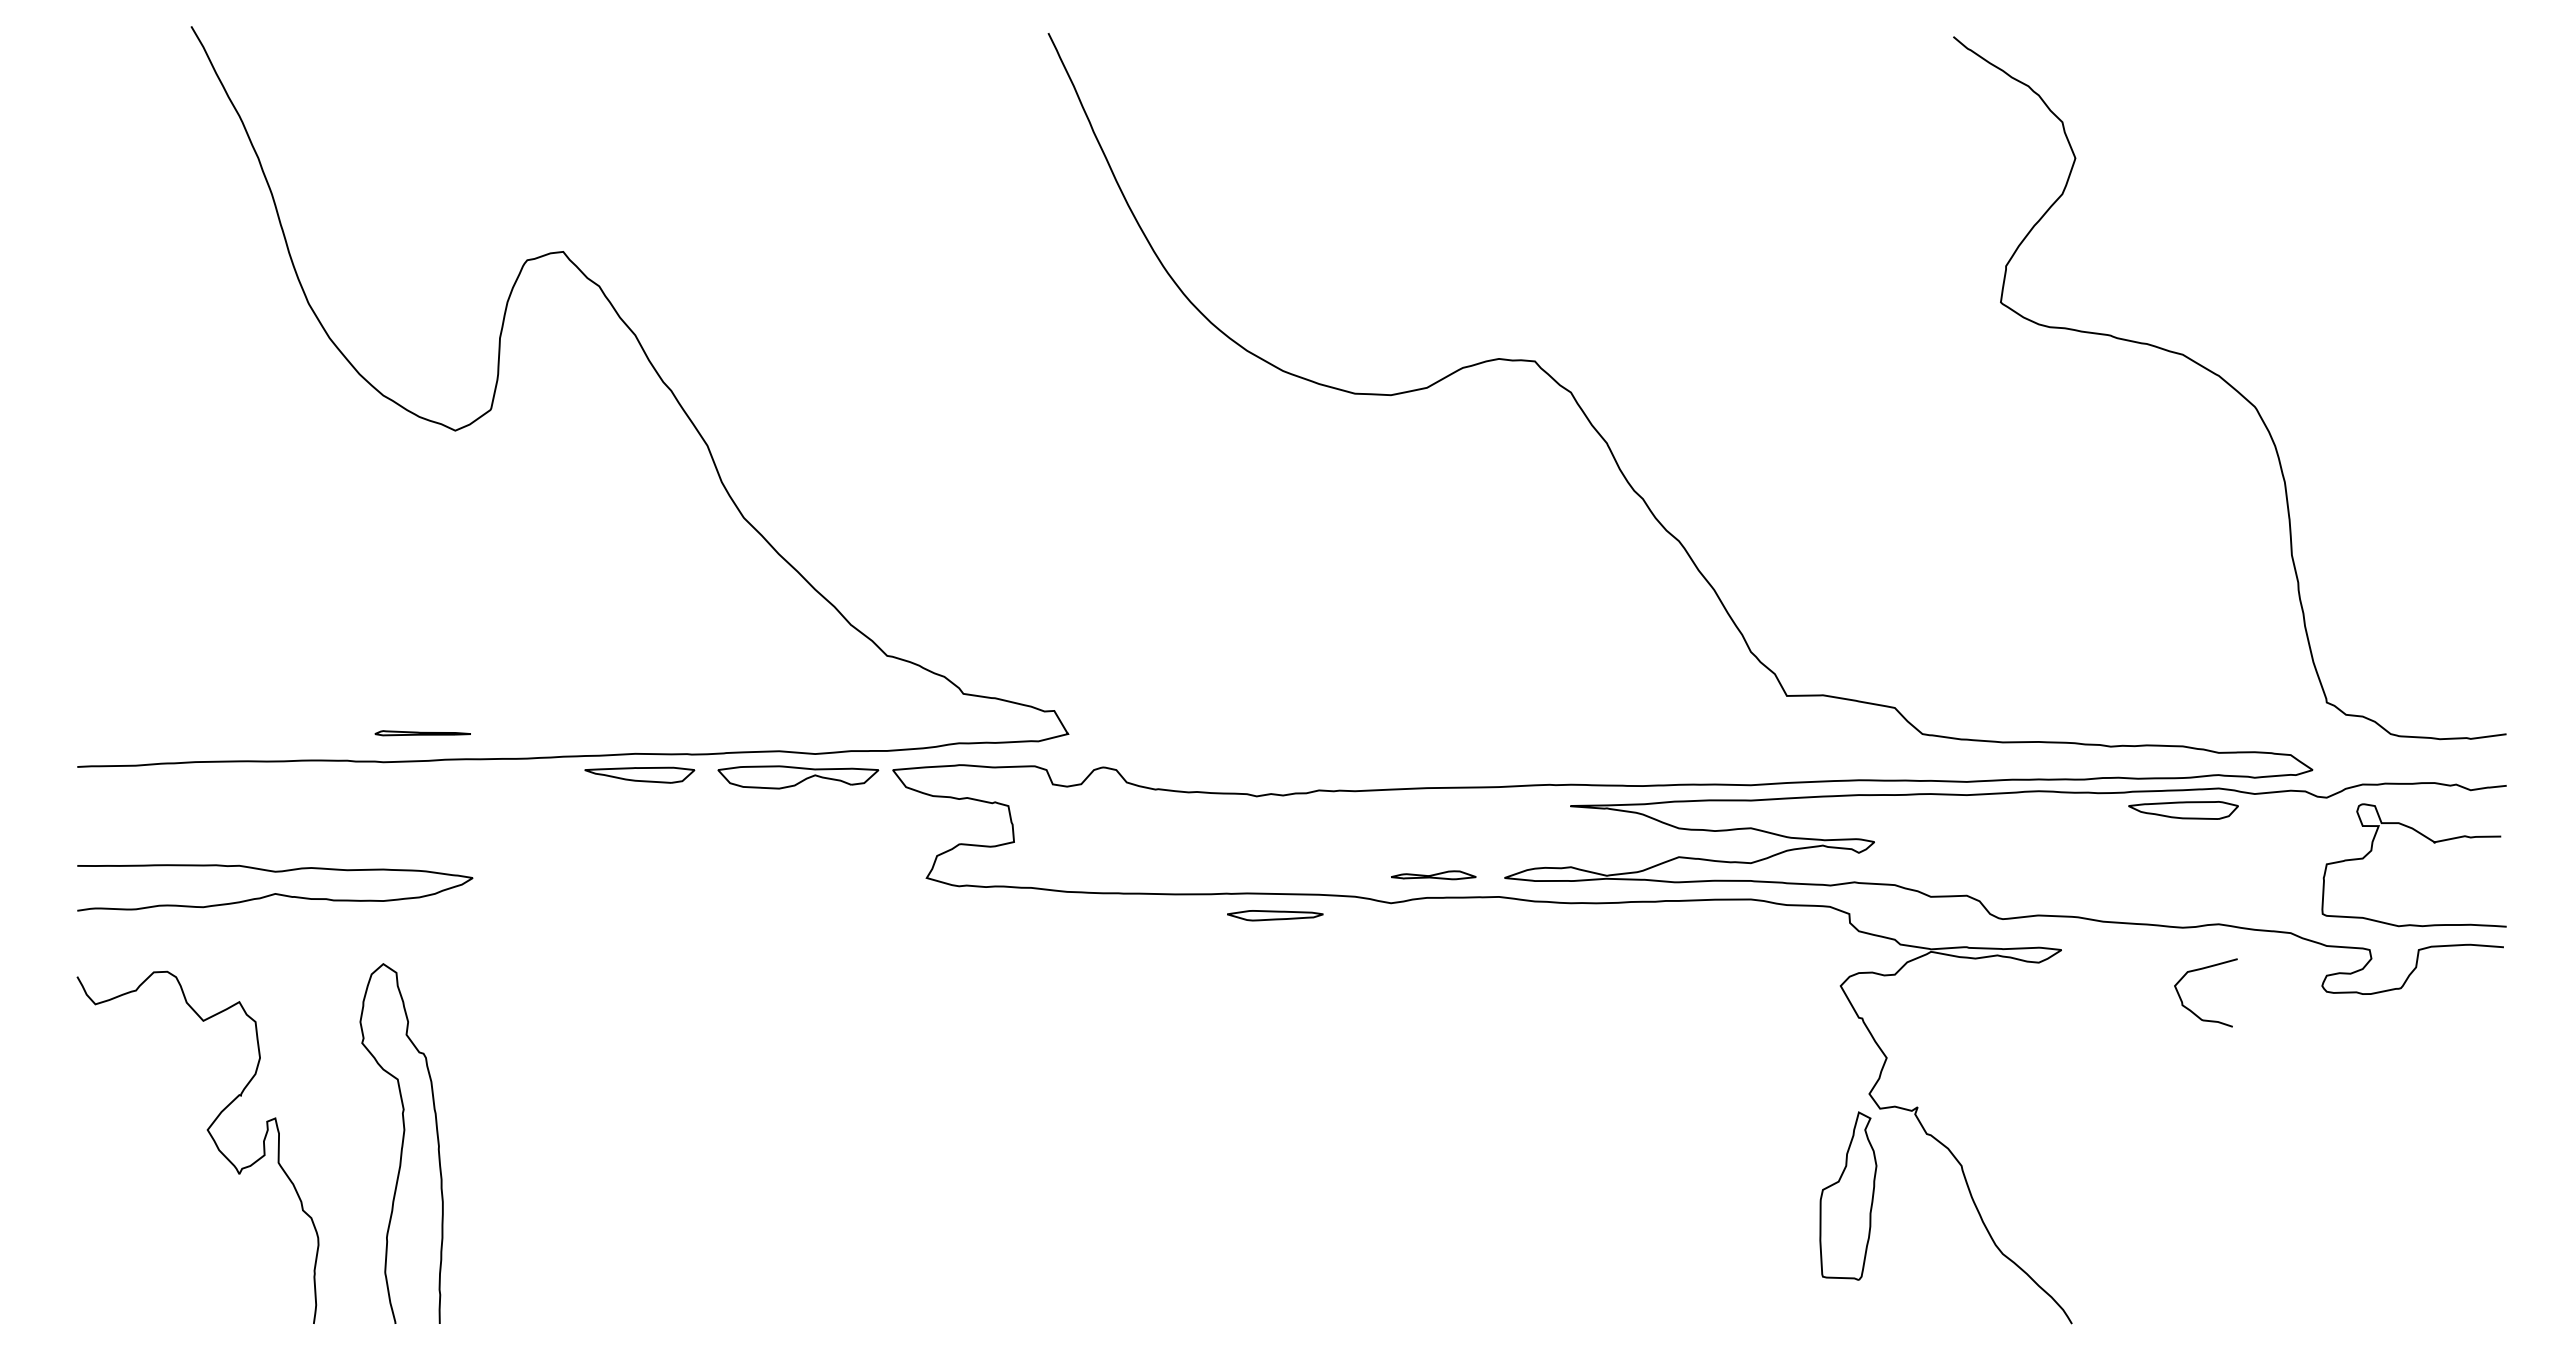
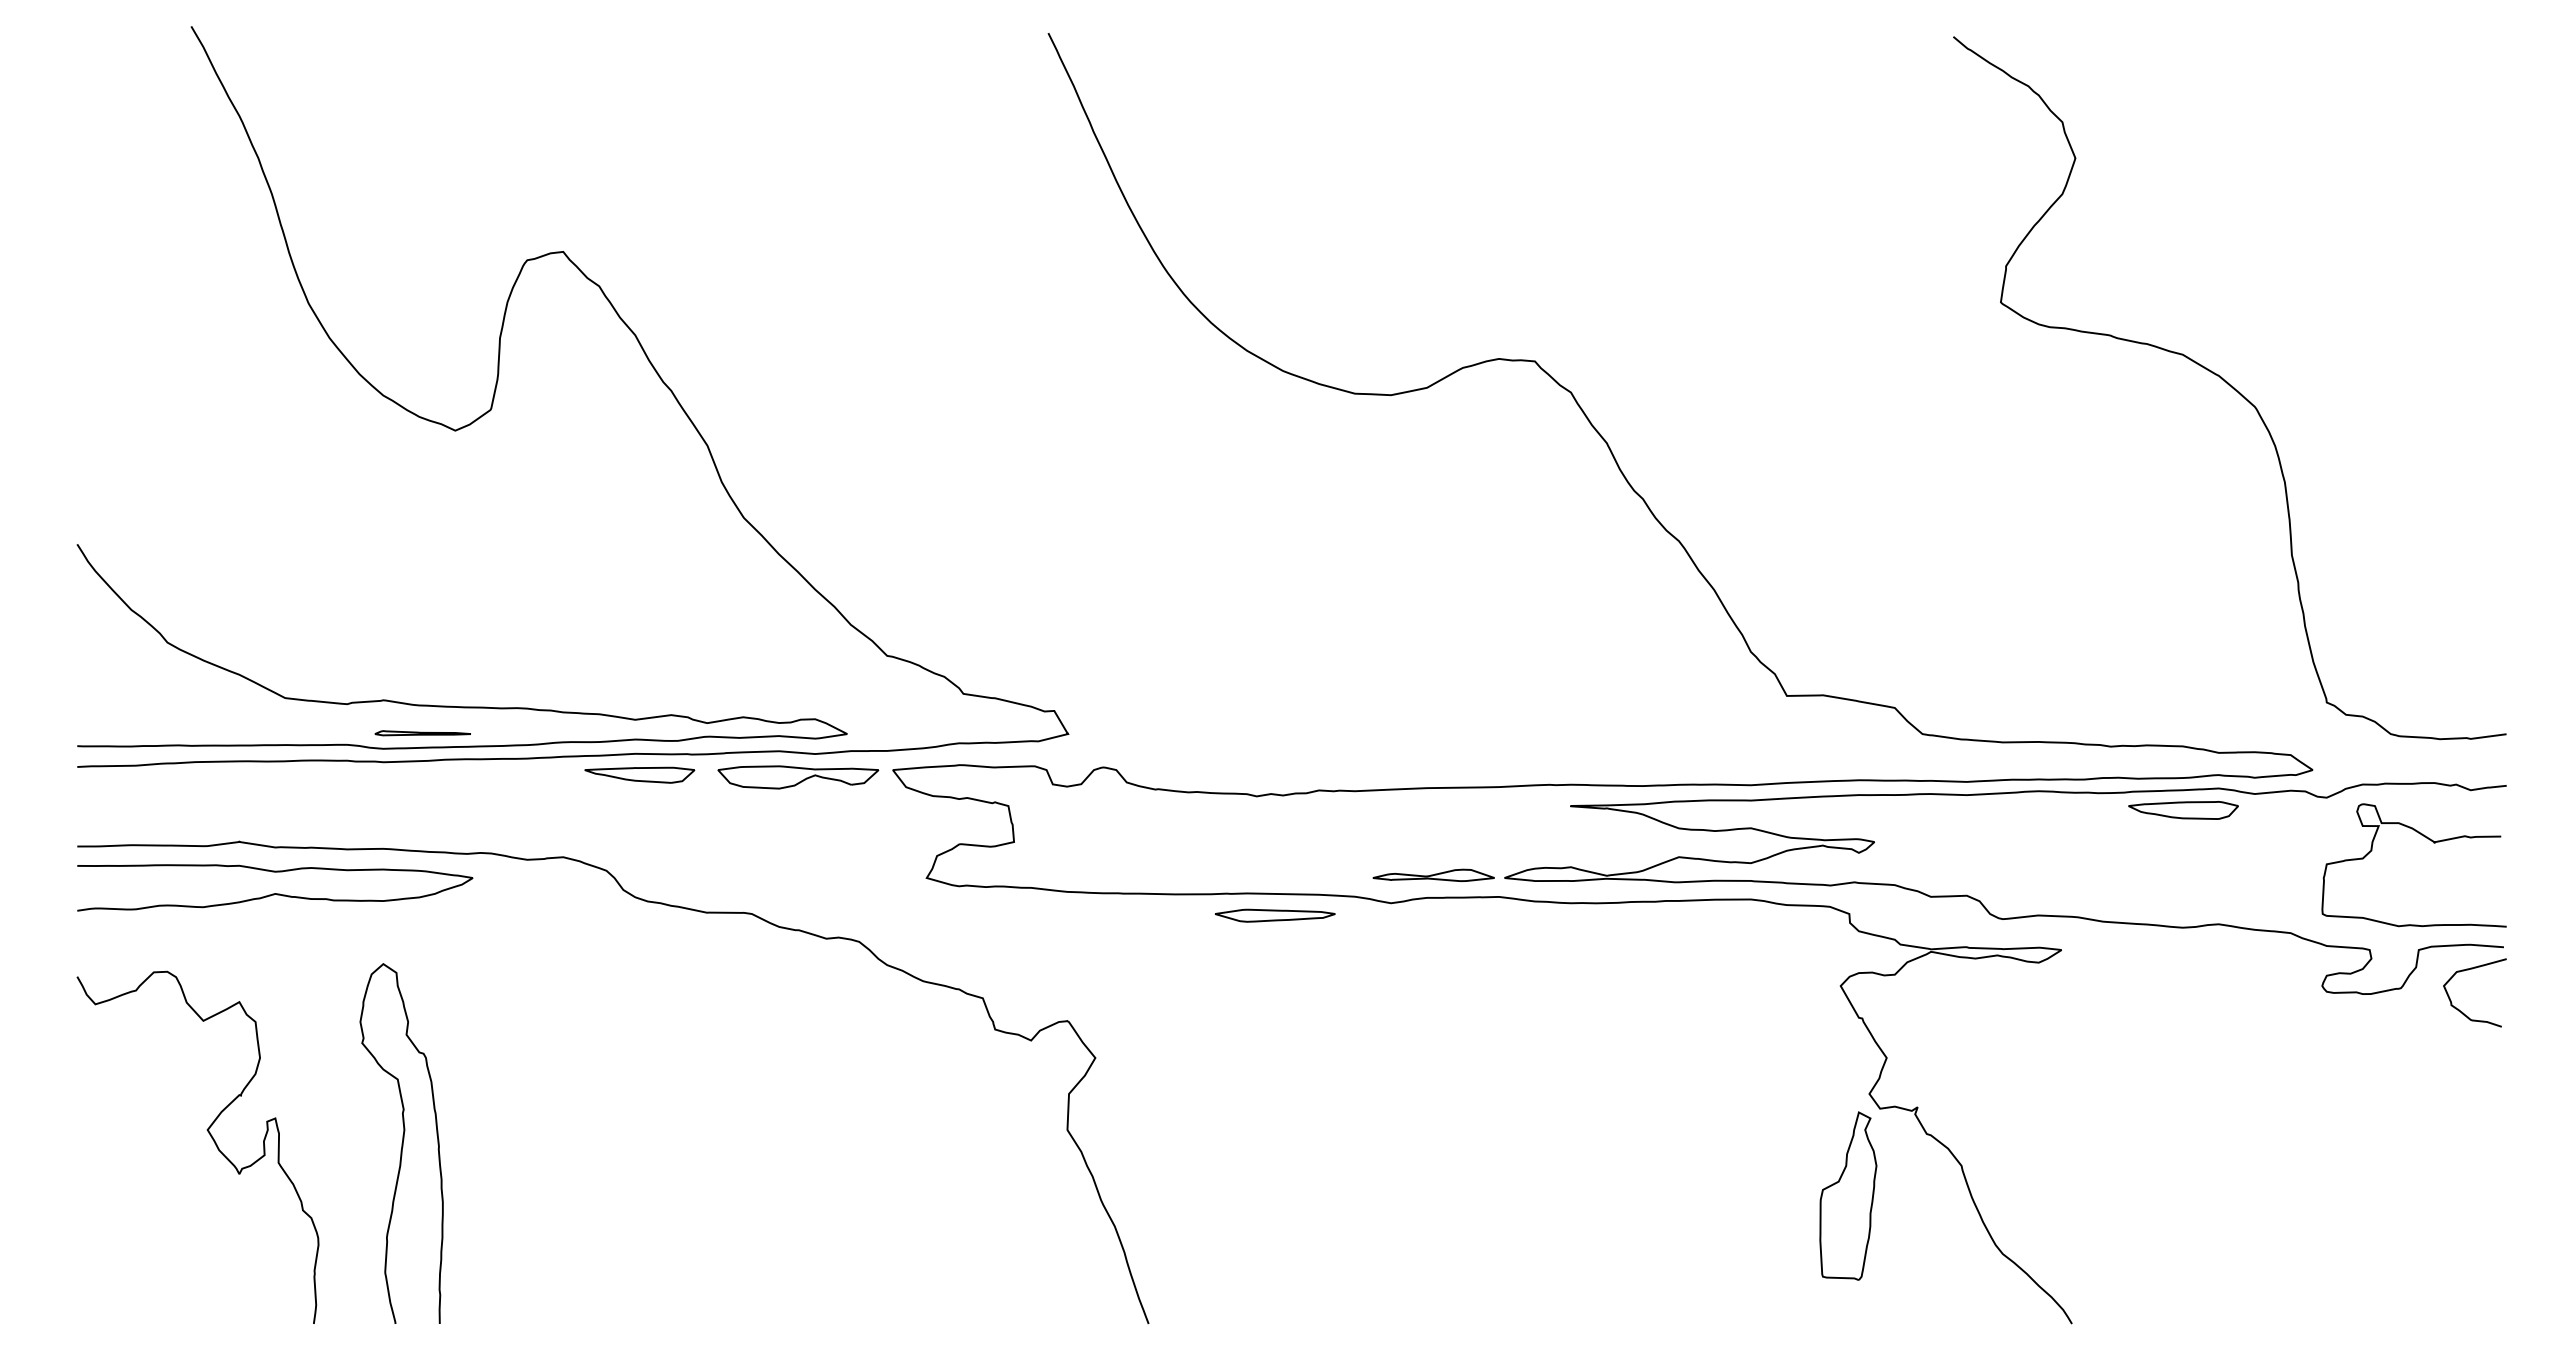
curve at (461, 706): none -> present
part at (1433, 875) size: 86x11 px -> 123x14 px
curve at (647, 902): none -> present
part at (1275, 915) size: 97x12 px -> 121x15 px
curve at (2193, 1011) position: (2193, 1011) -> (2462, 1011)
